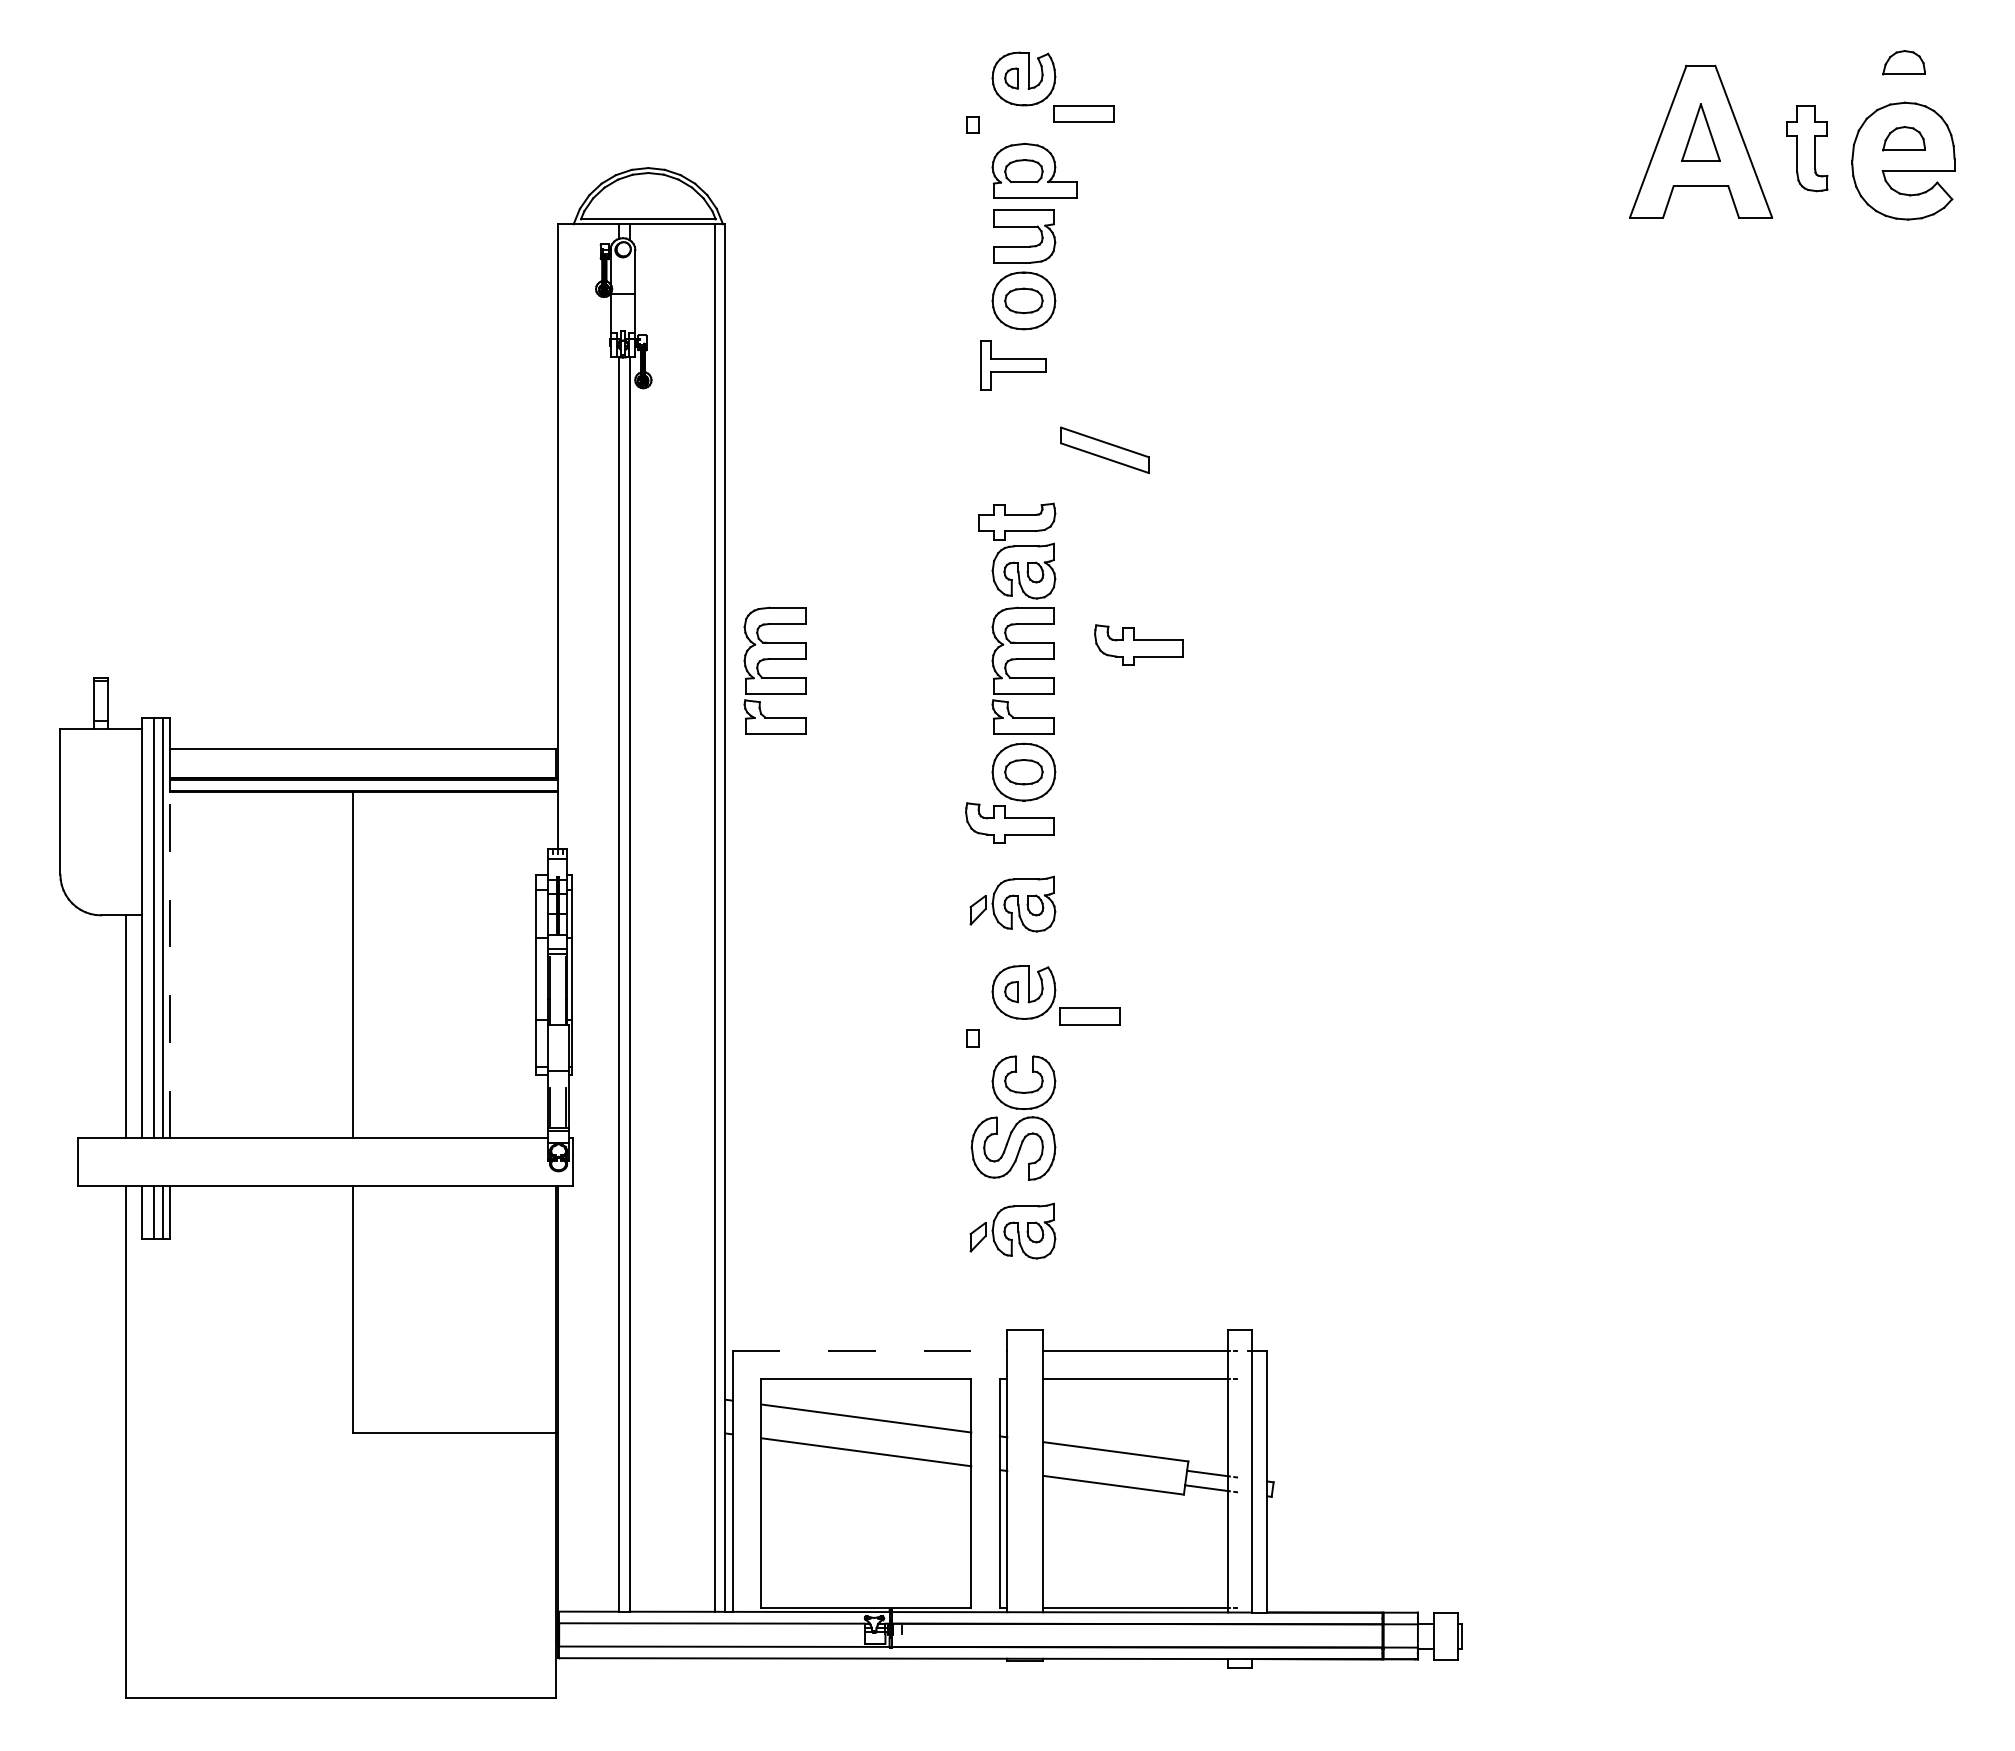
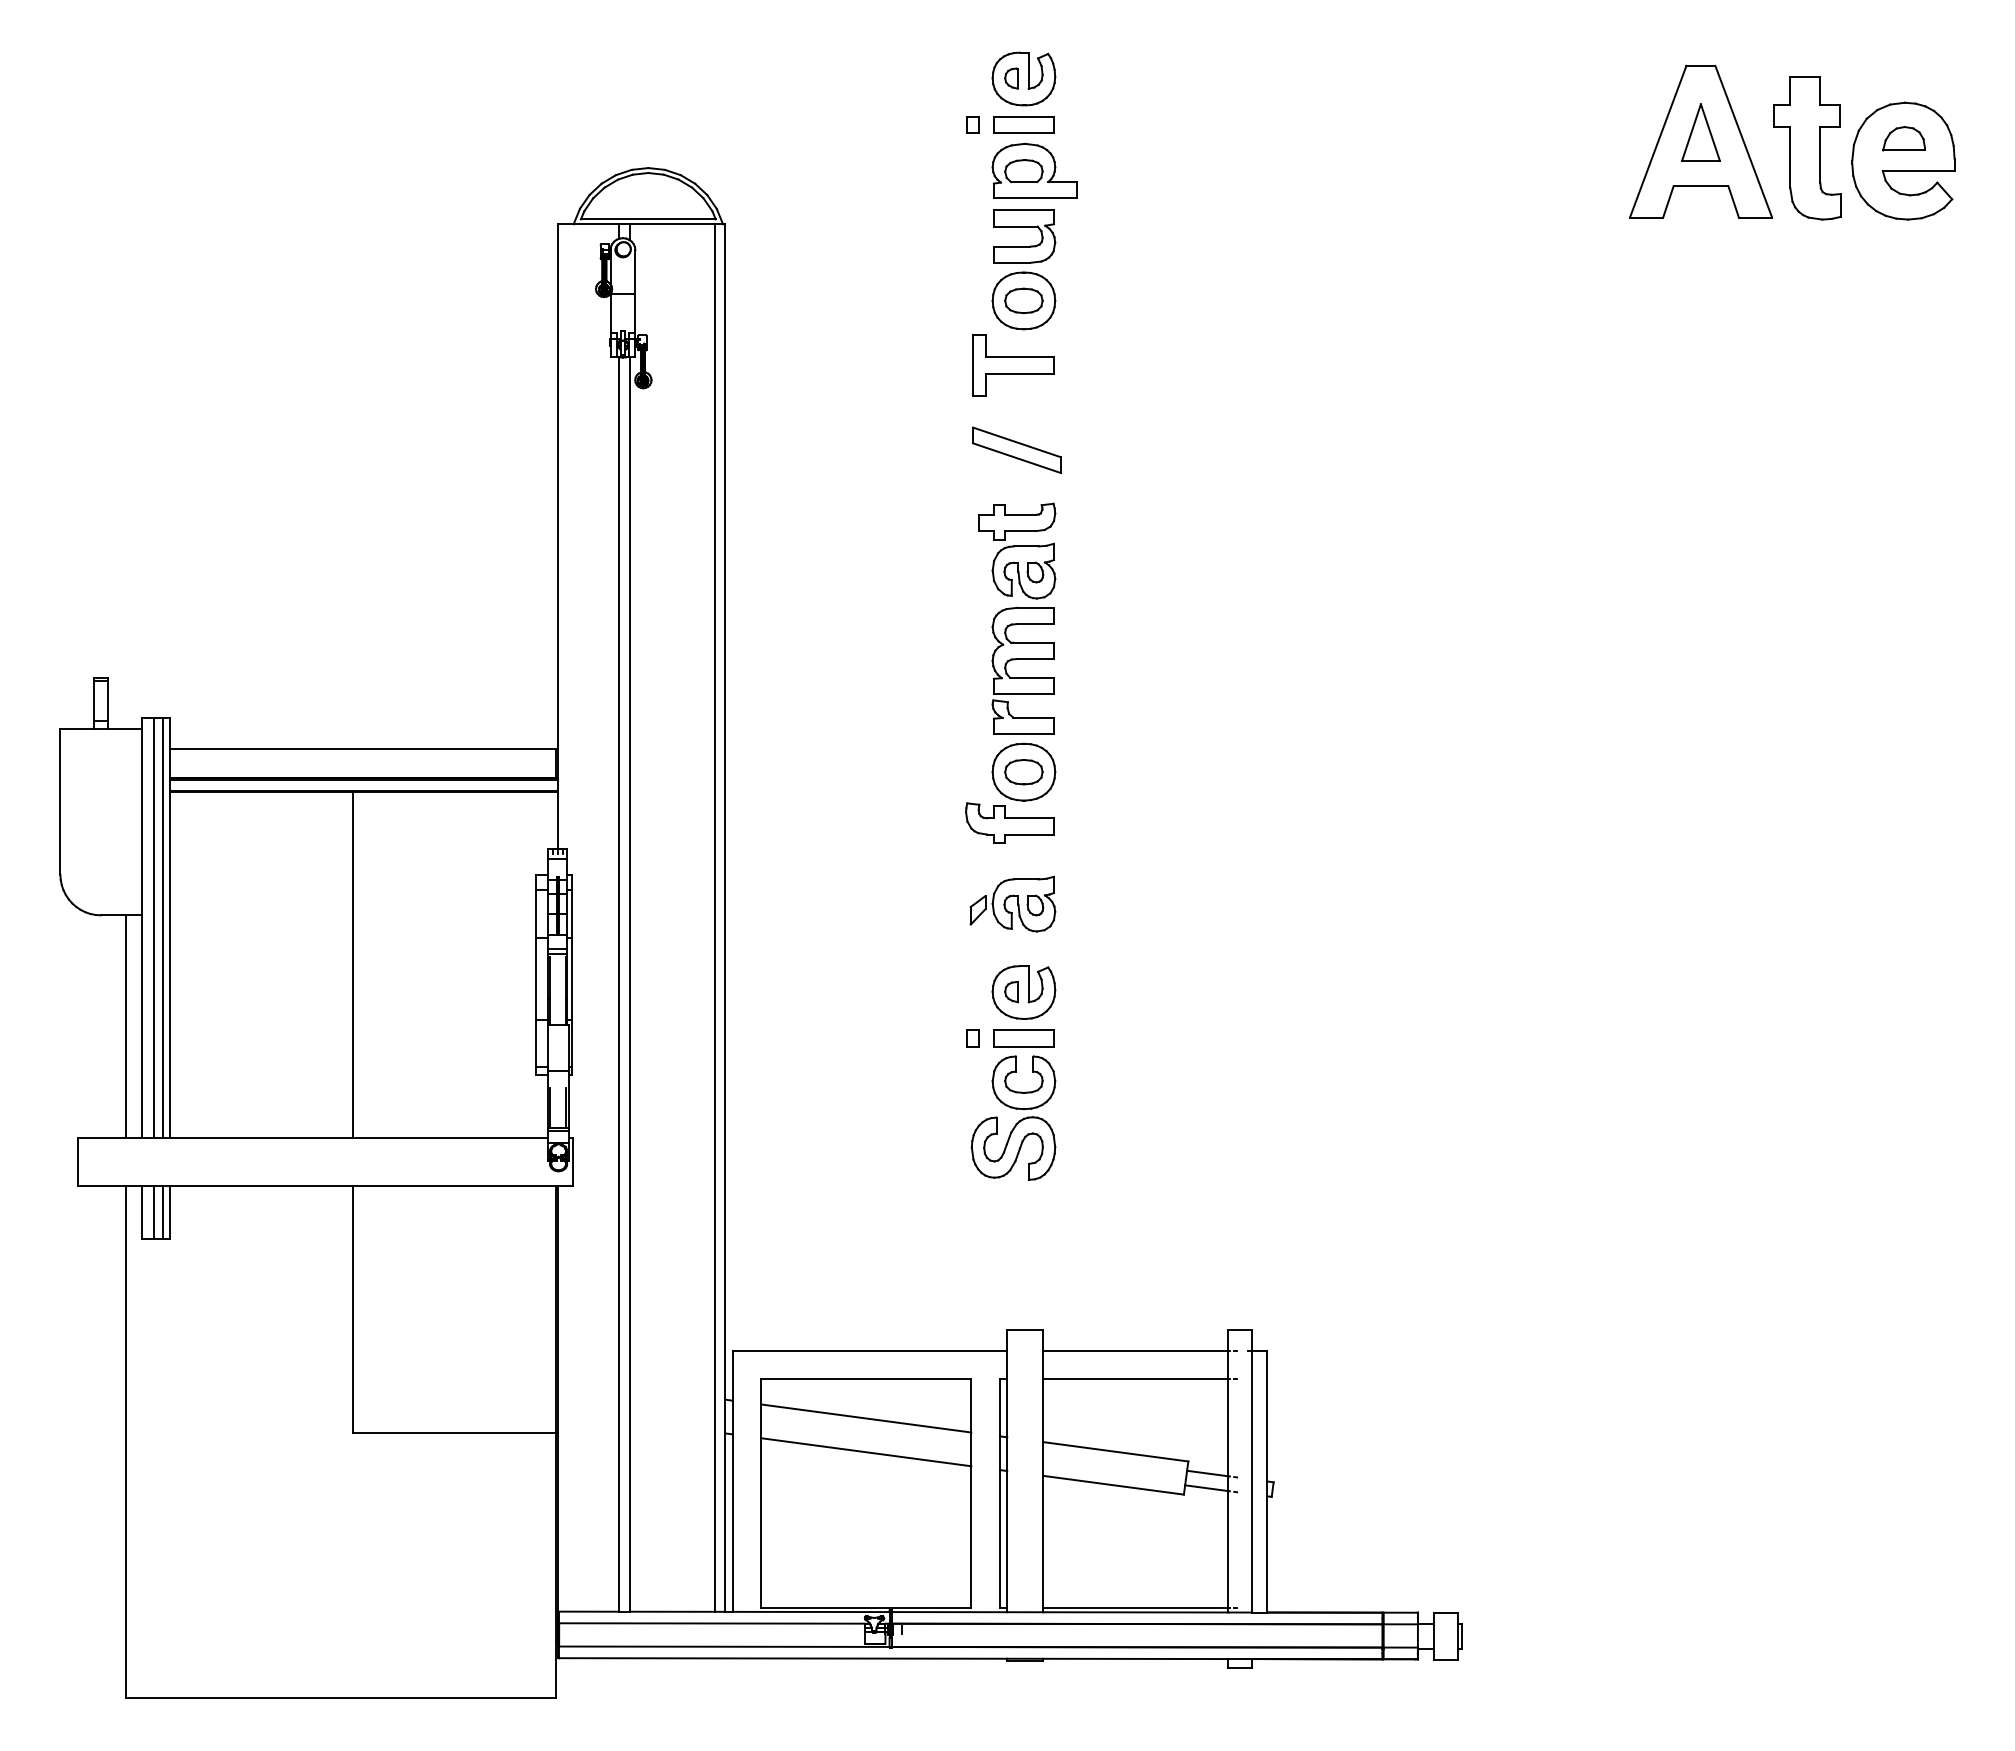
part at (1903, 62): present -> none
part at (1083, 113) position: (1083, 113) -> (1023, 124)
part at (1807, 148) size: 43x88 px -> 69x145 px
part at (1013, 365) size: 67x51 px -> 83x63 px
part at (1104, 450) position: (1104, 450) -> (1016, 450)
part at (1138, 644): present -> none
part at (774, 677): present -> none
line at (170, 964): dashed -> solid
part at (1089, 1016) position: (1089, 1016) -> (1023, 1038)
part at (1012, 1230): present -> none
line at (870, 1350): dashed -> solid
